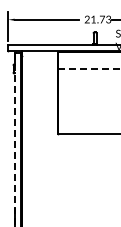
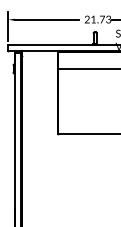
line at (89, 68): dashed -> solid
line at (14, 140): dashed -> solid
